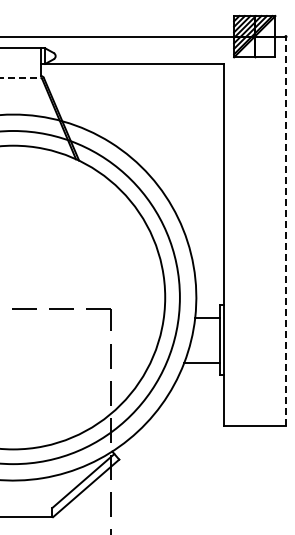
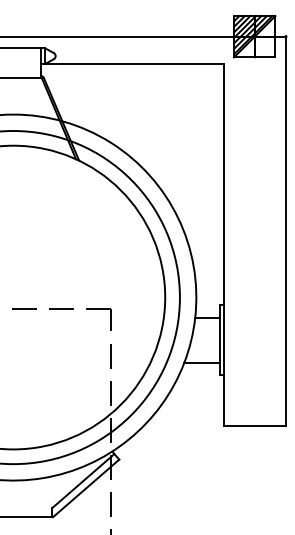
line at (20, 77): dashed -> solid
line at (285, 231): dashed -> solid
